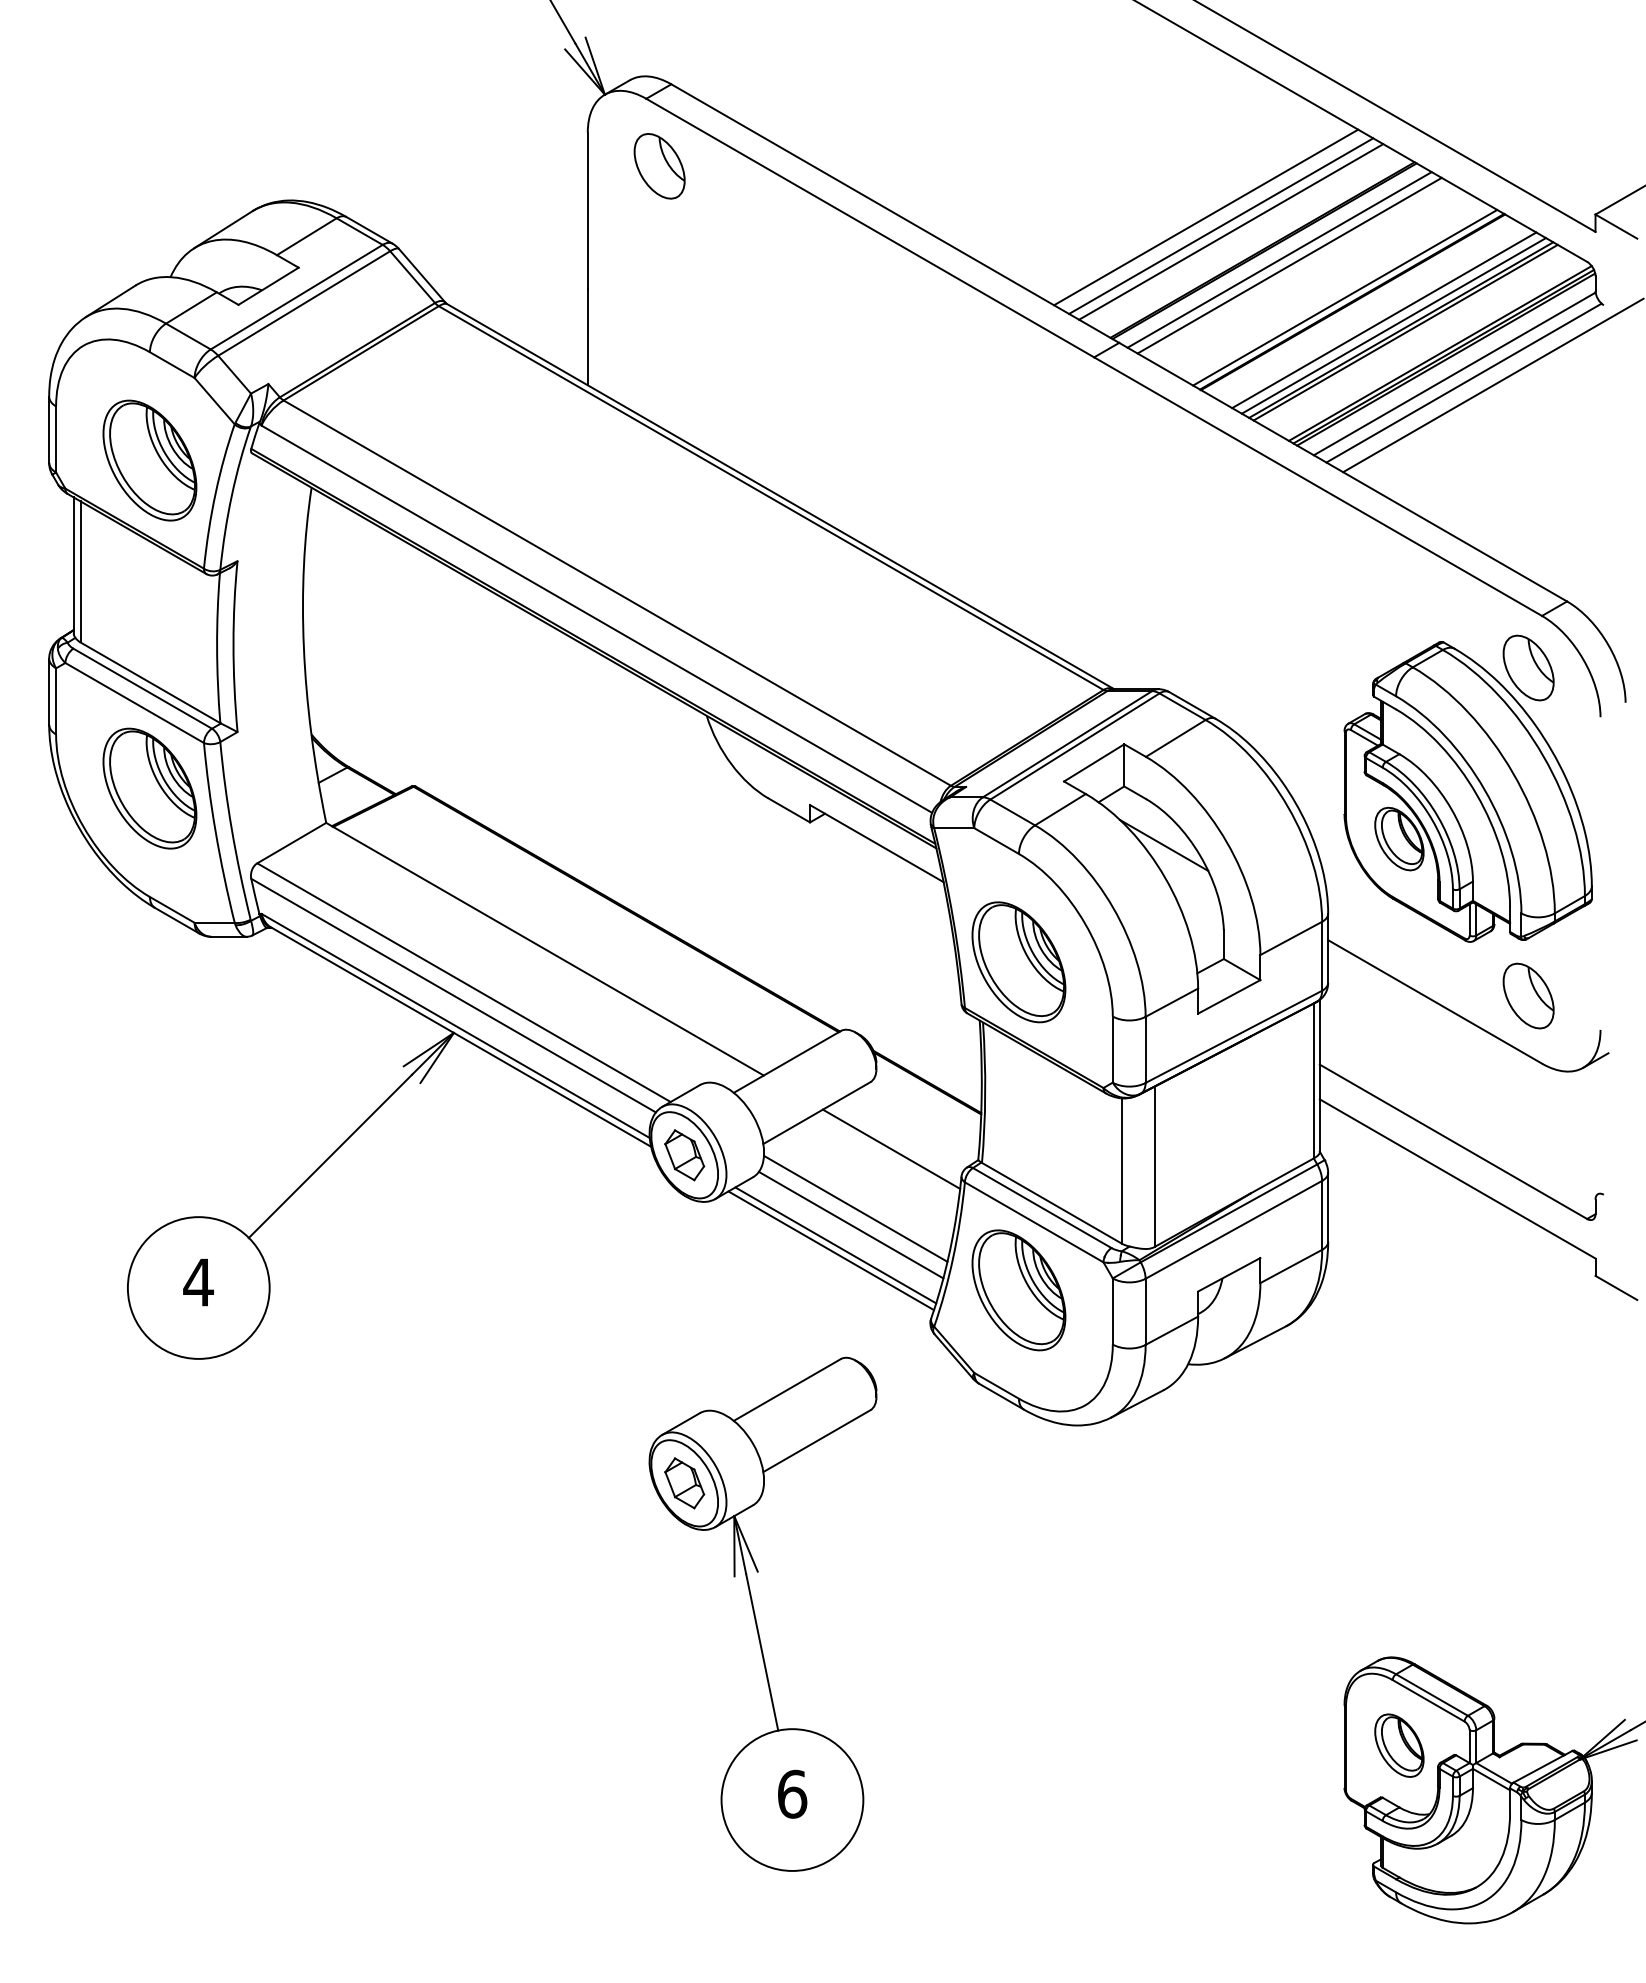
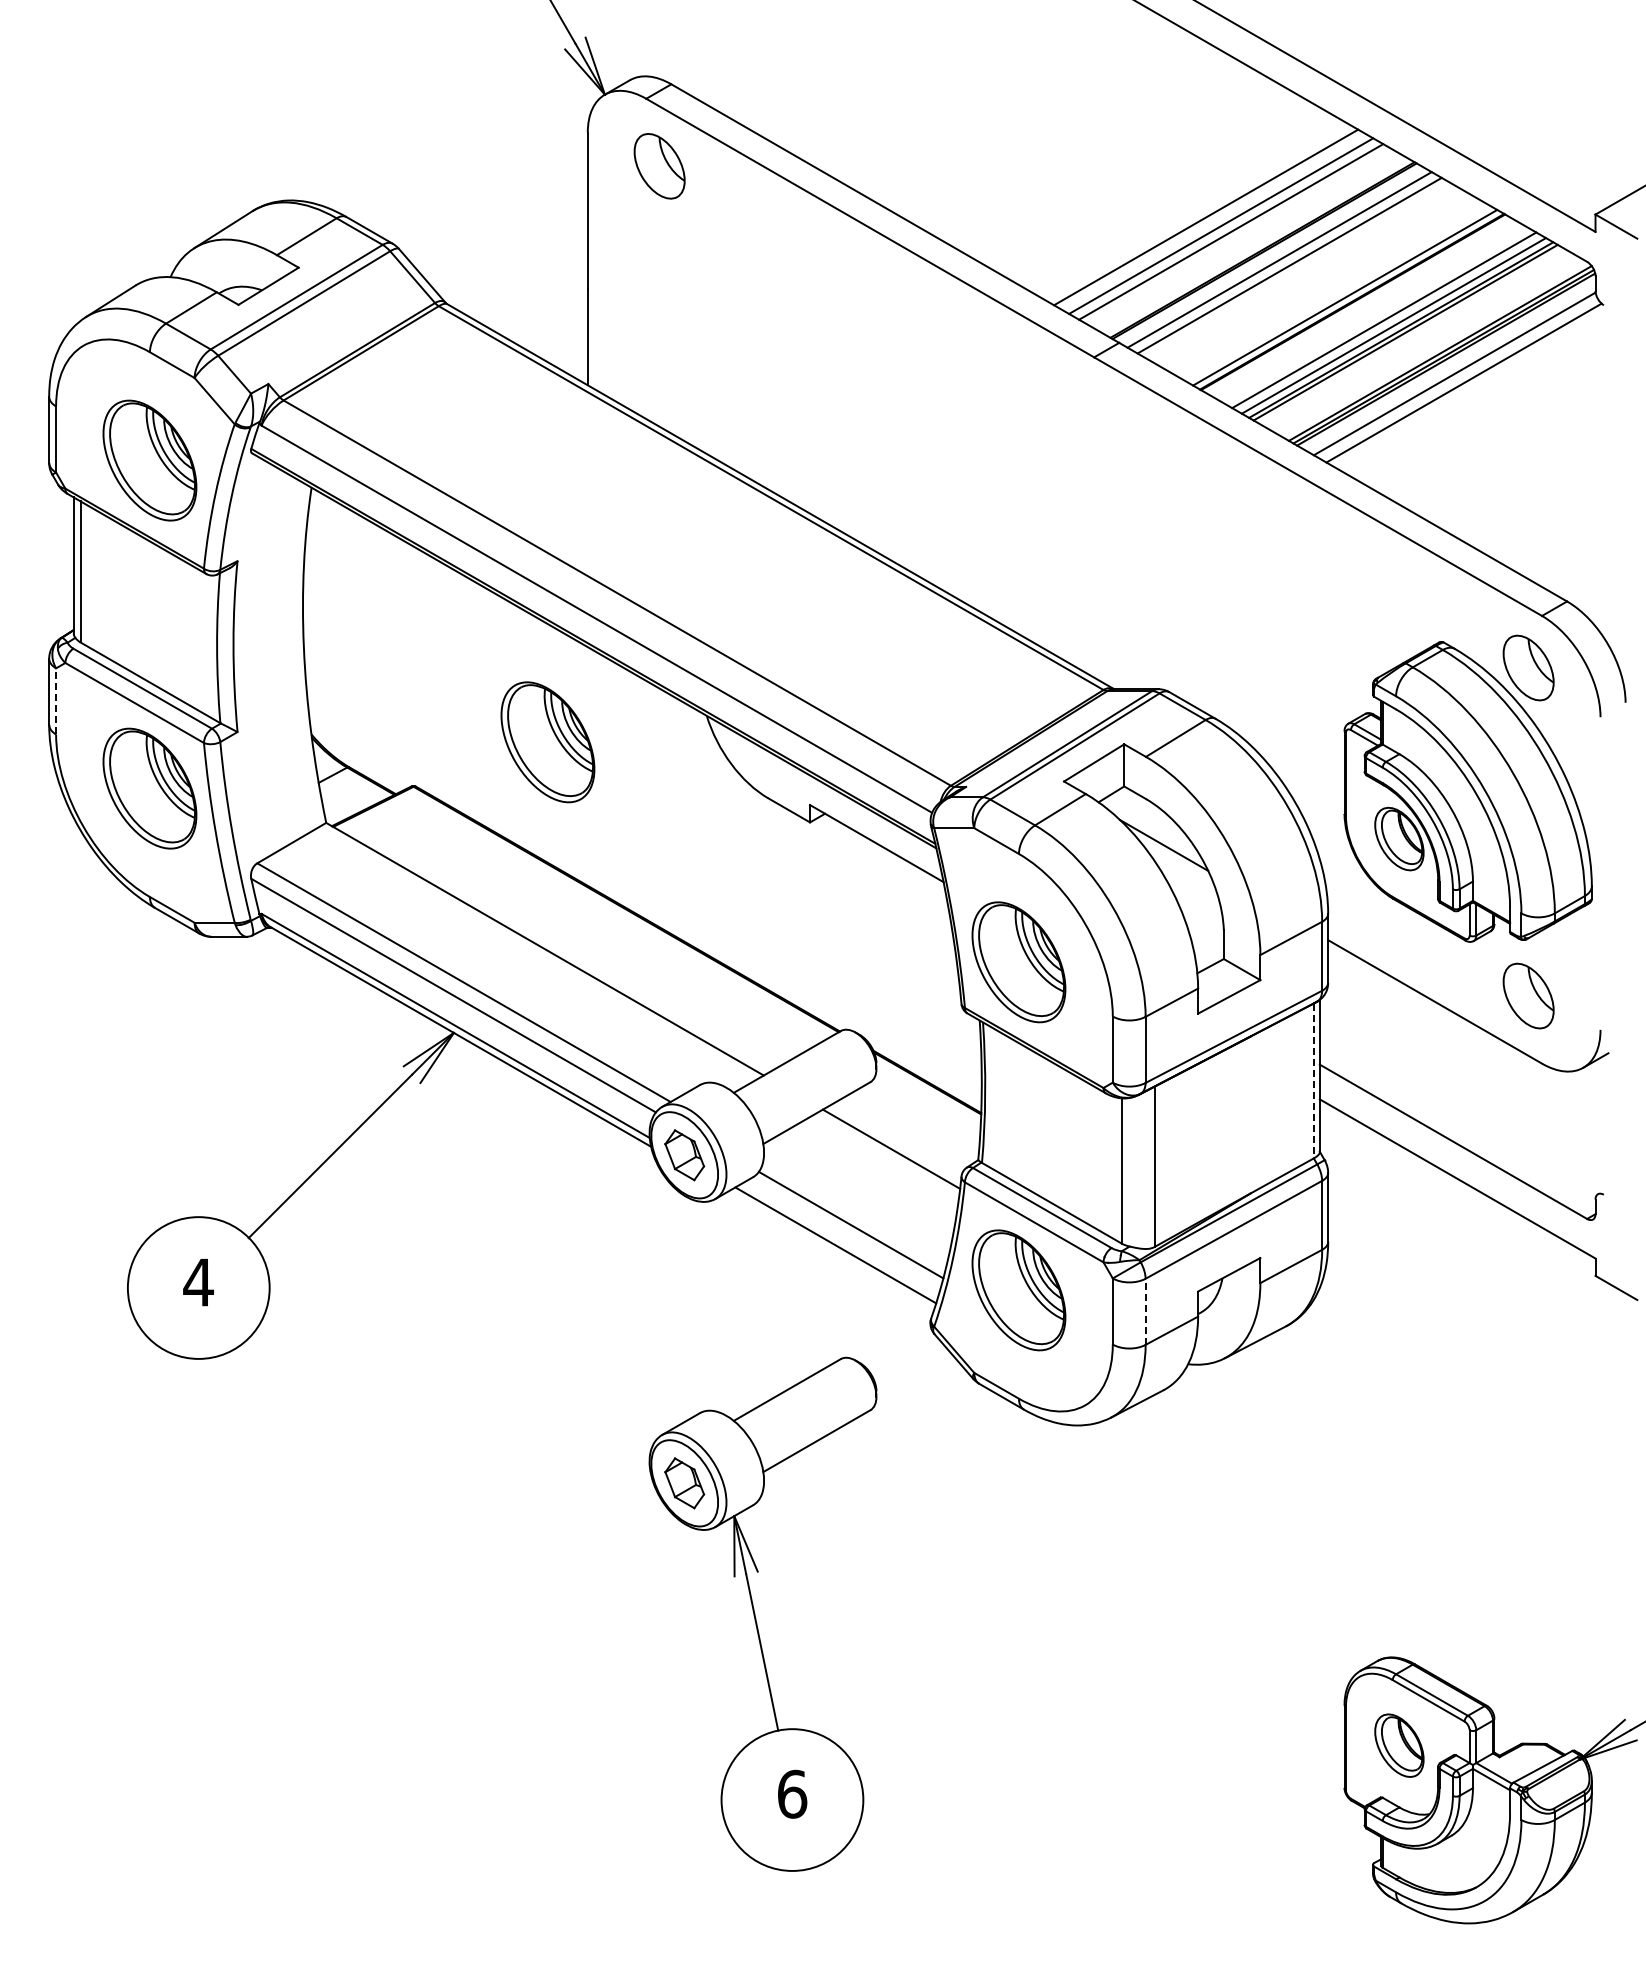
line at (1492, 385): present -> none
line at (56, 700): solid -> dashed
part at (547, 742): none -> present
line at (1313, 1081): solid -> dashed
line at (855, 1208): present -> none
line at (831, 1250): present -> none
line at (1145, 1311): solid -> dashed
